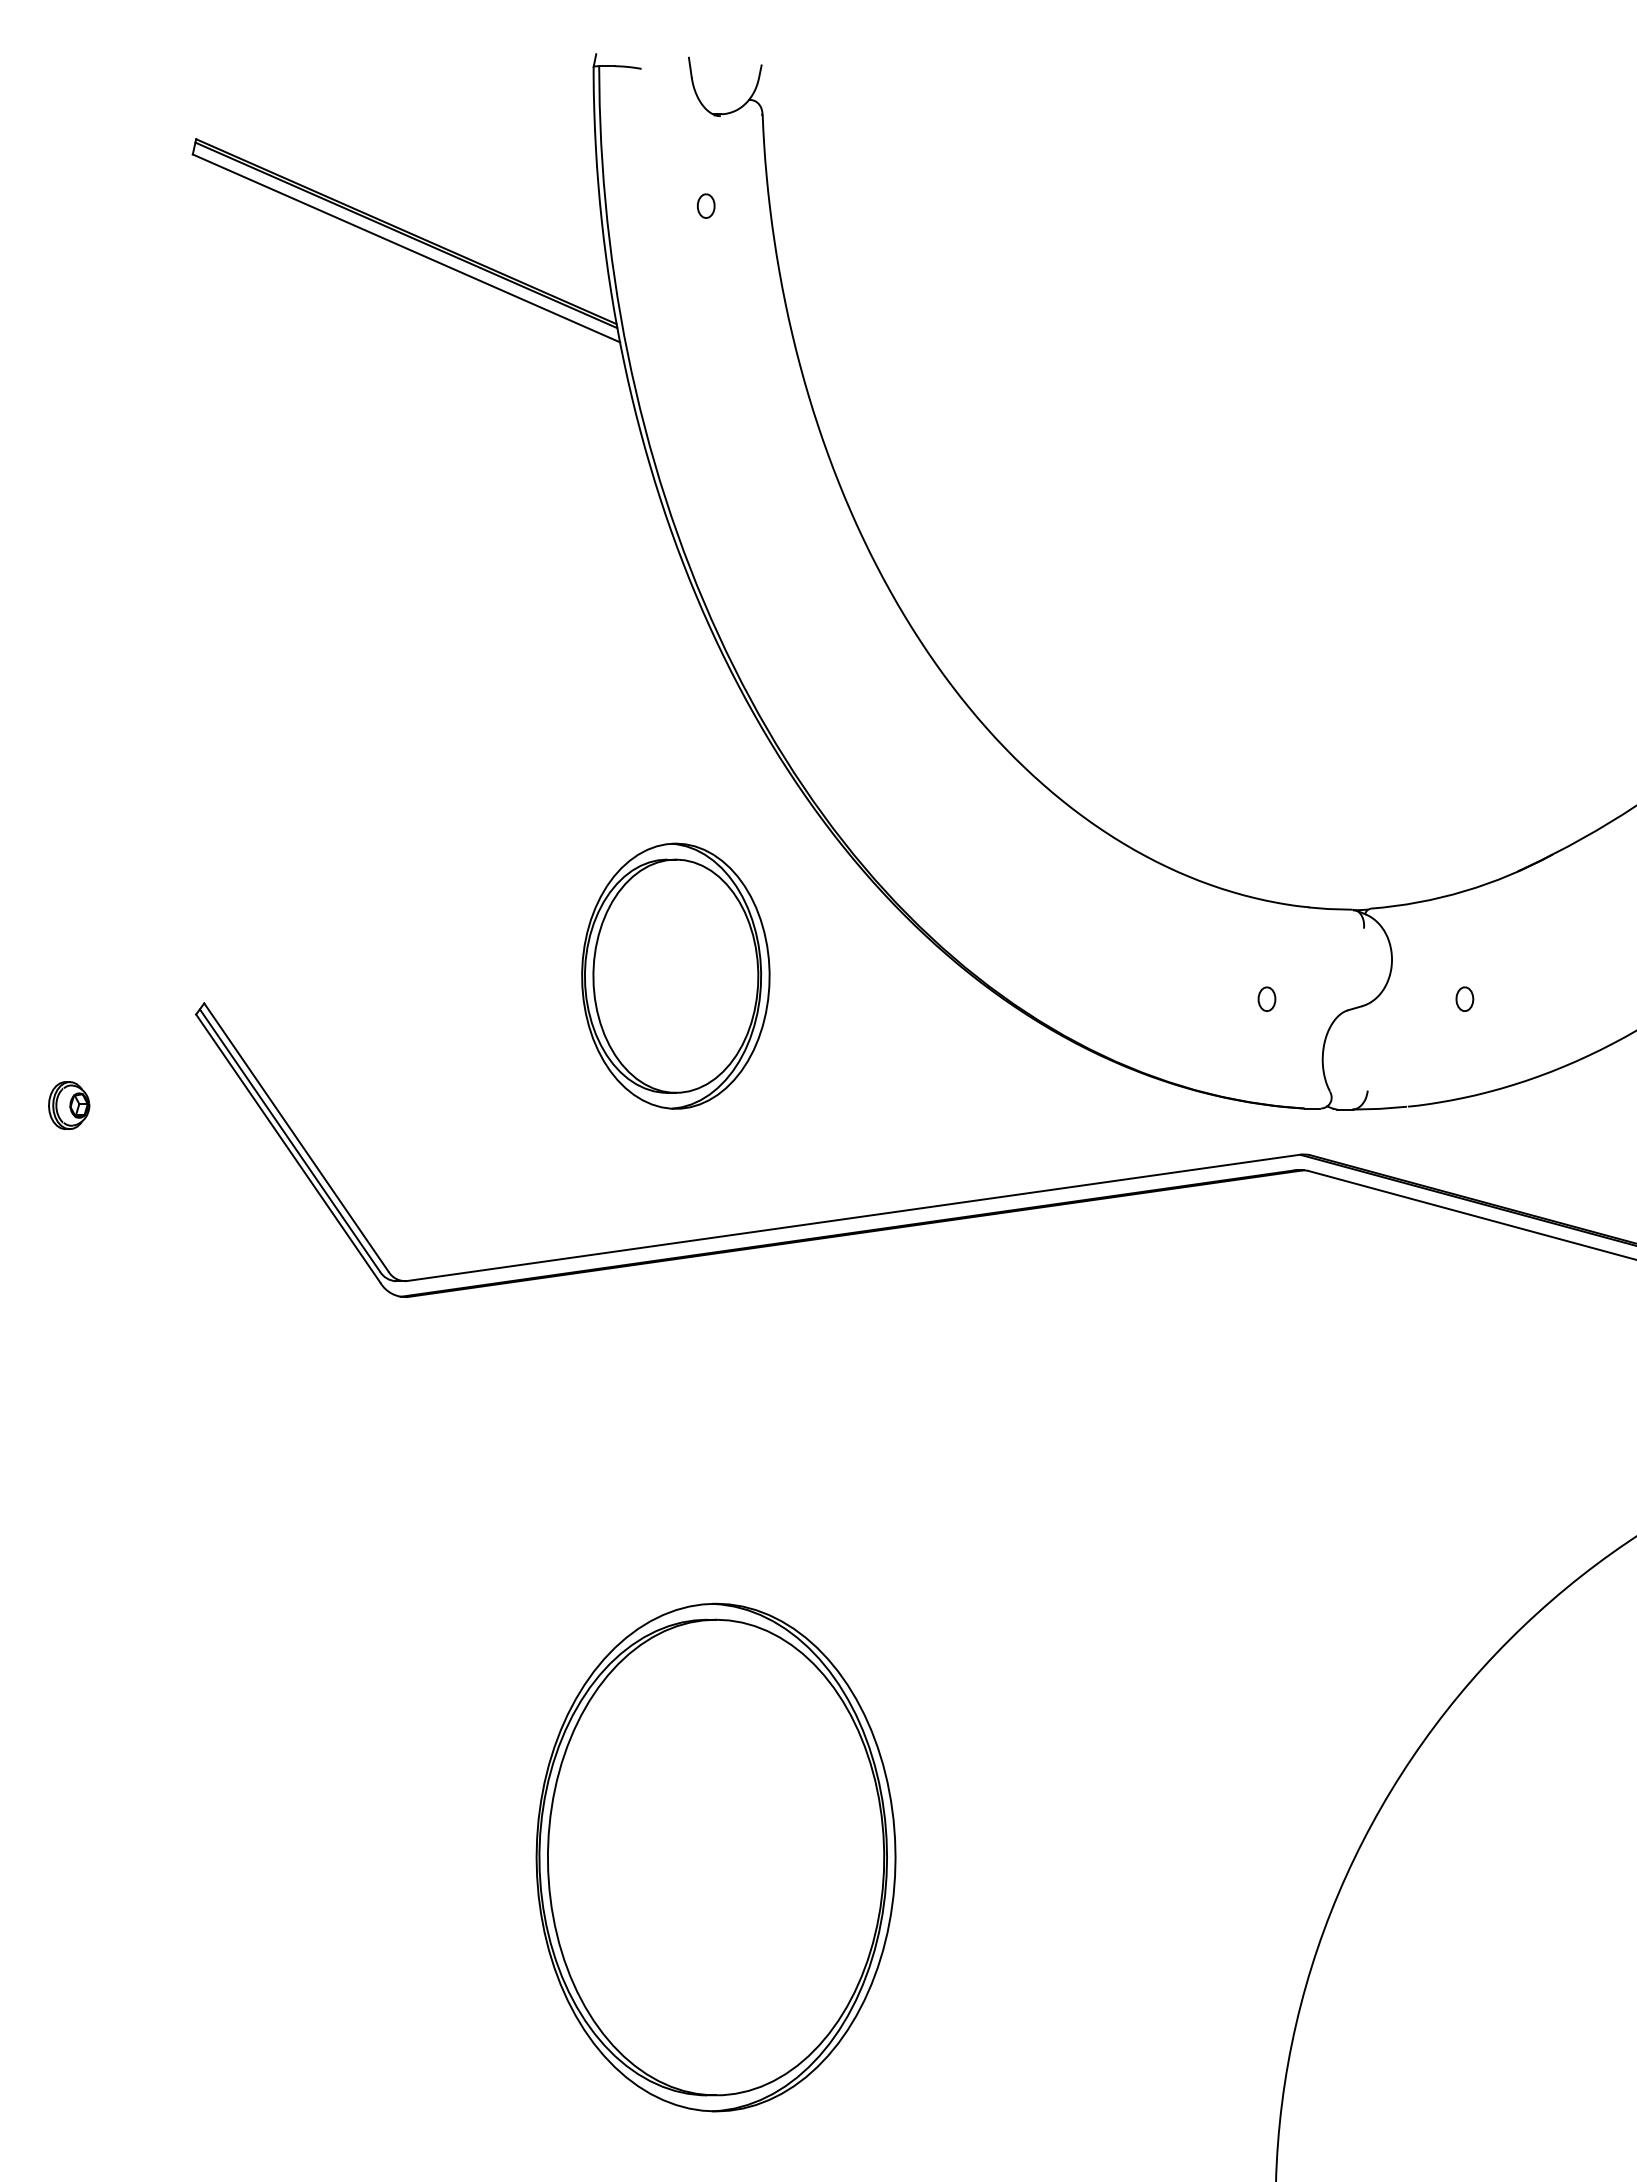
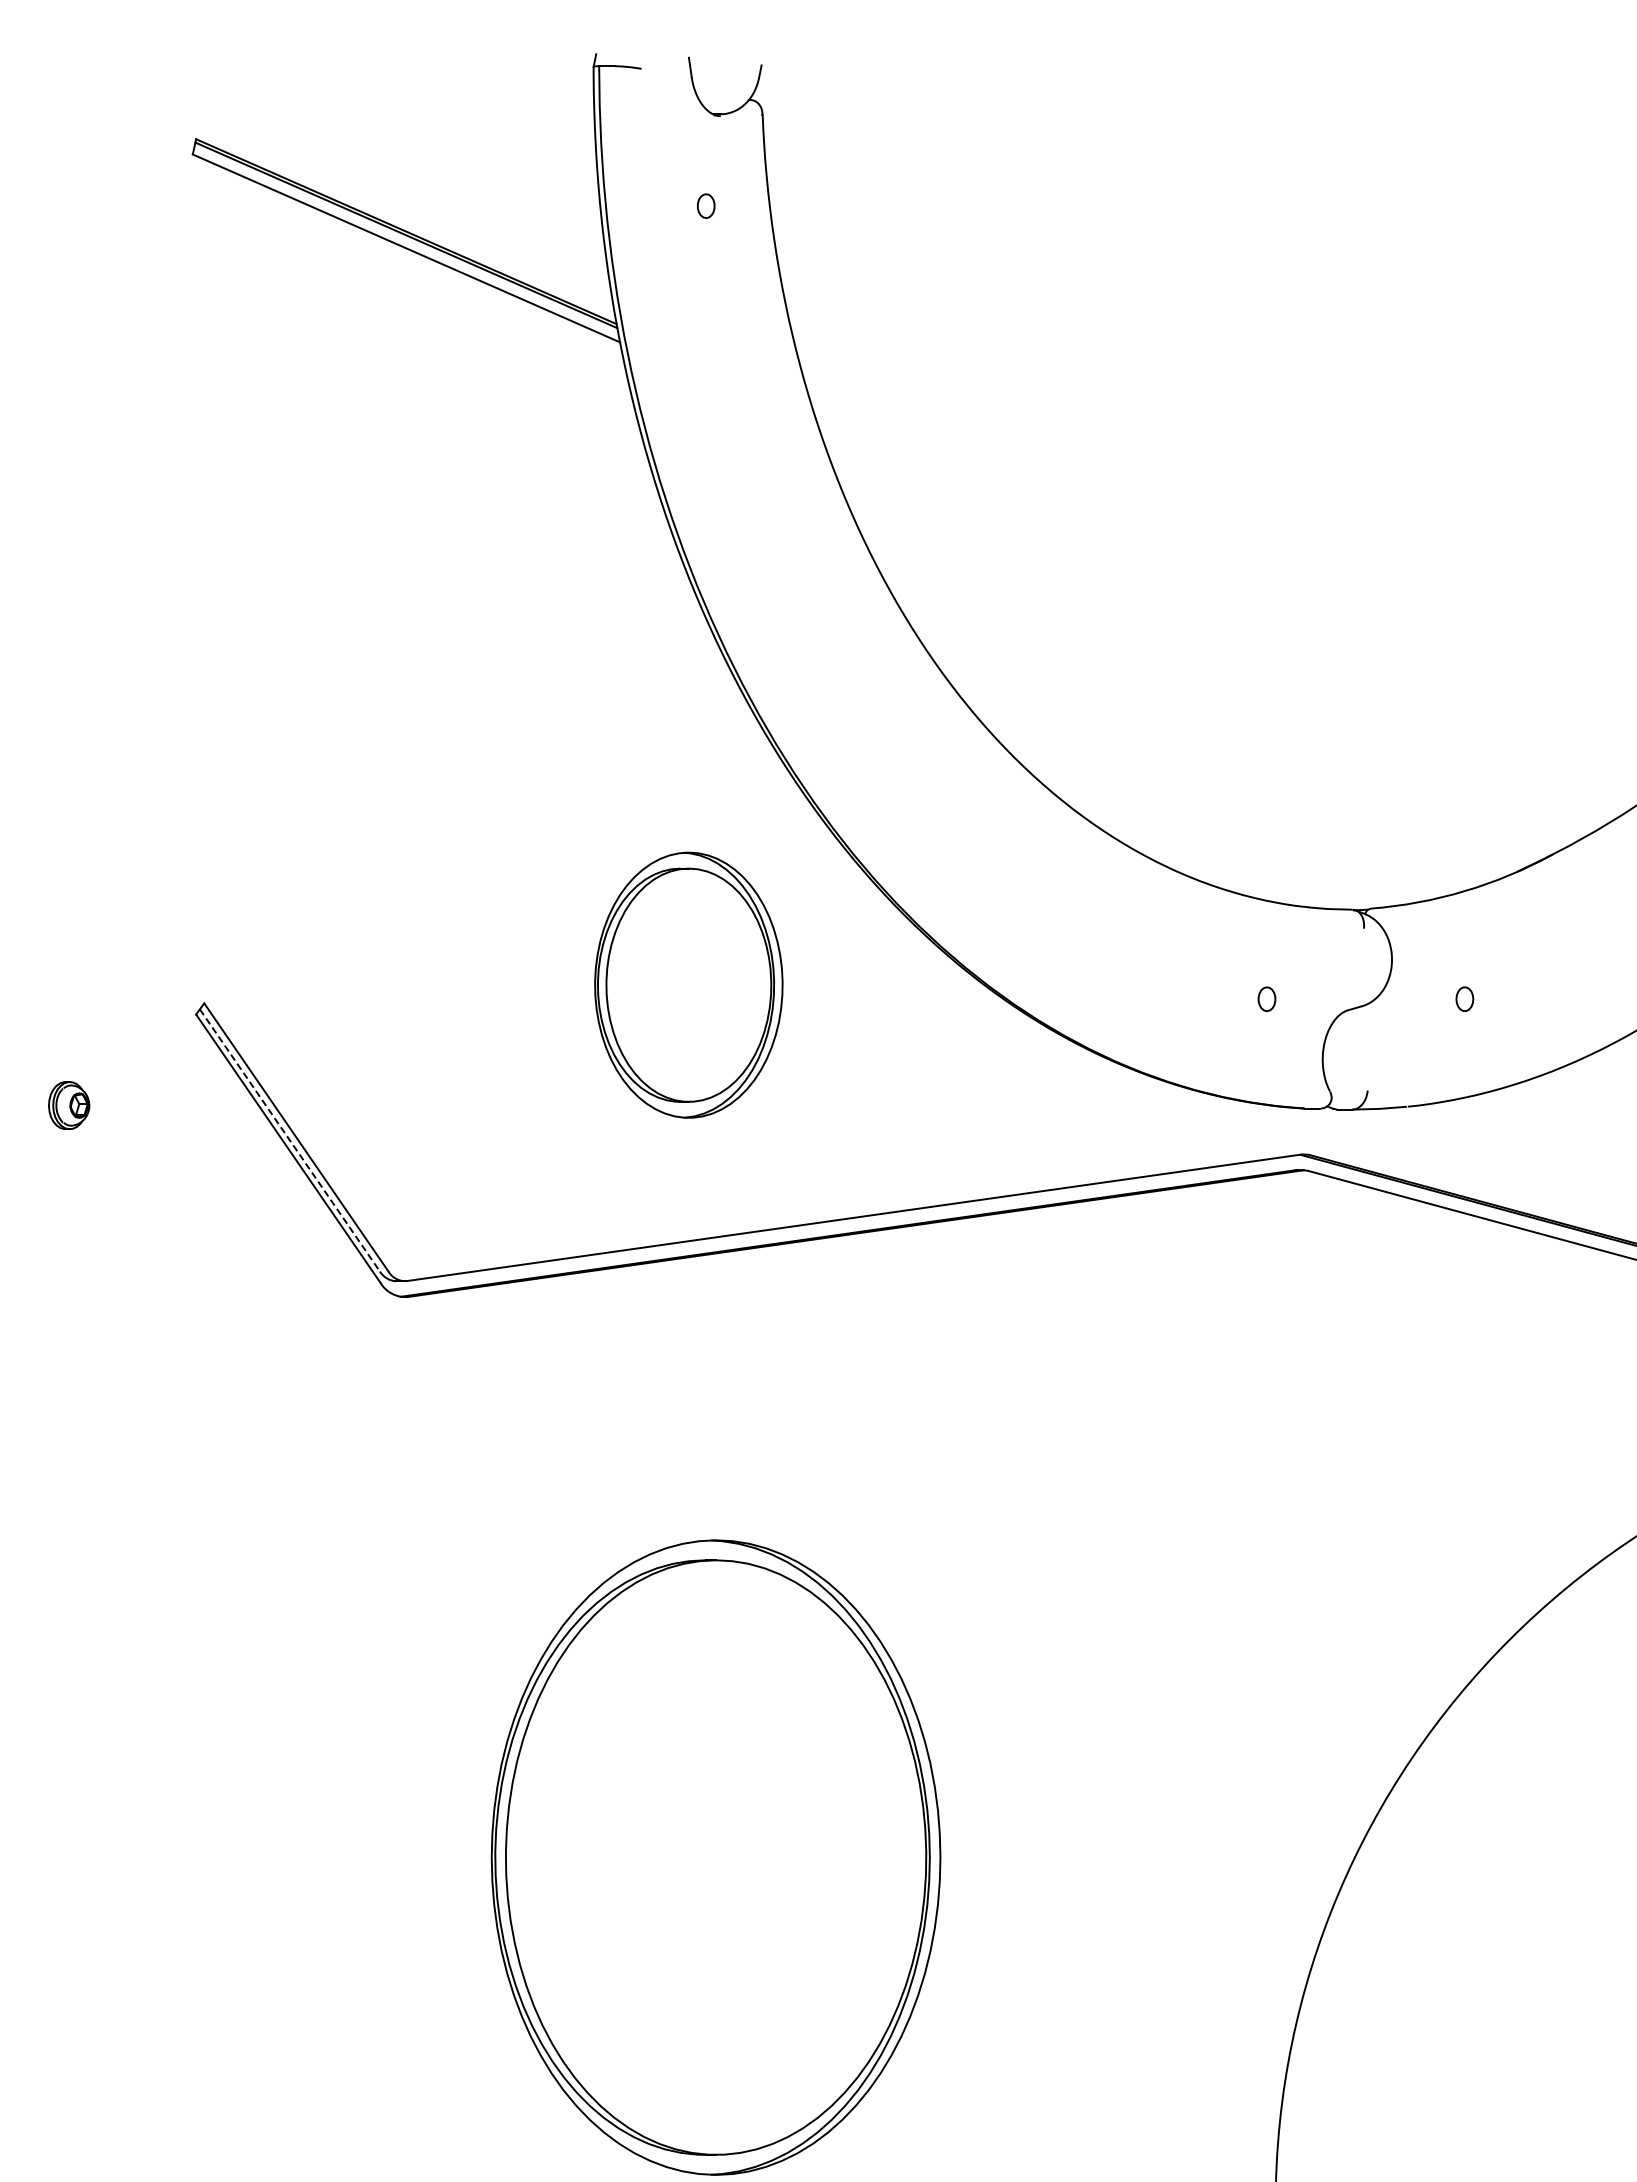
part at (675, 975) position: (675, 975) -> (688, 984)
line at (290, 1140): solid -> dashed
part at (715, 1857) size: 362x511 px -> 452x637 px
